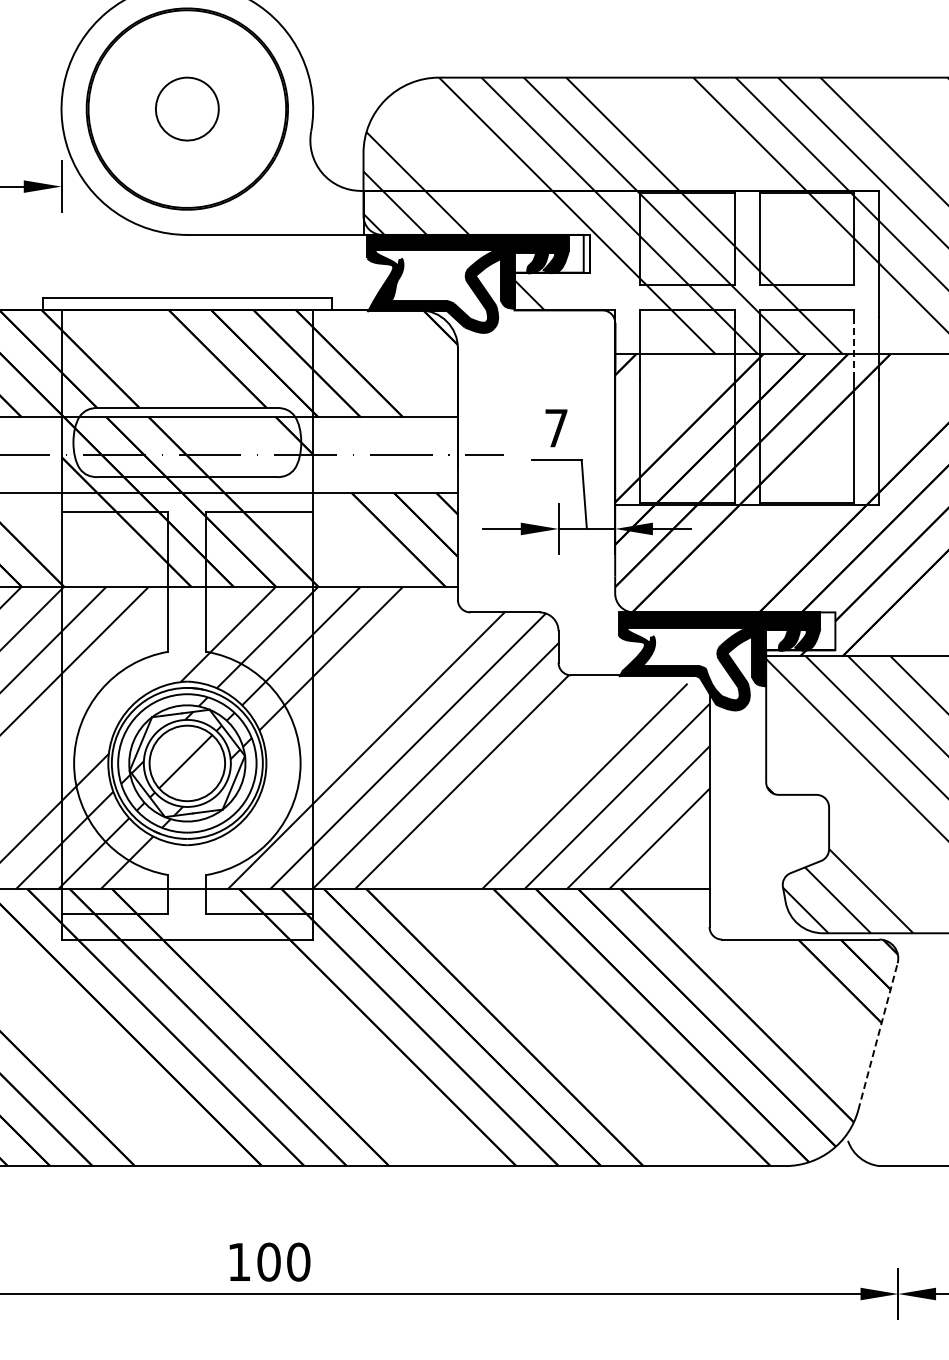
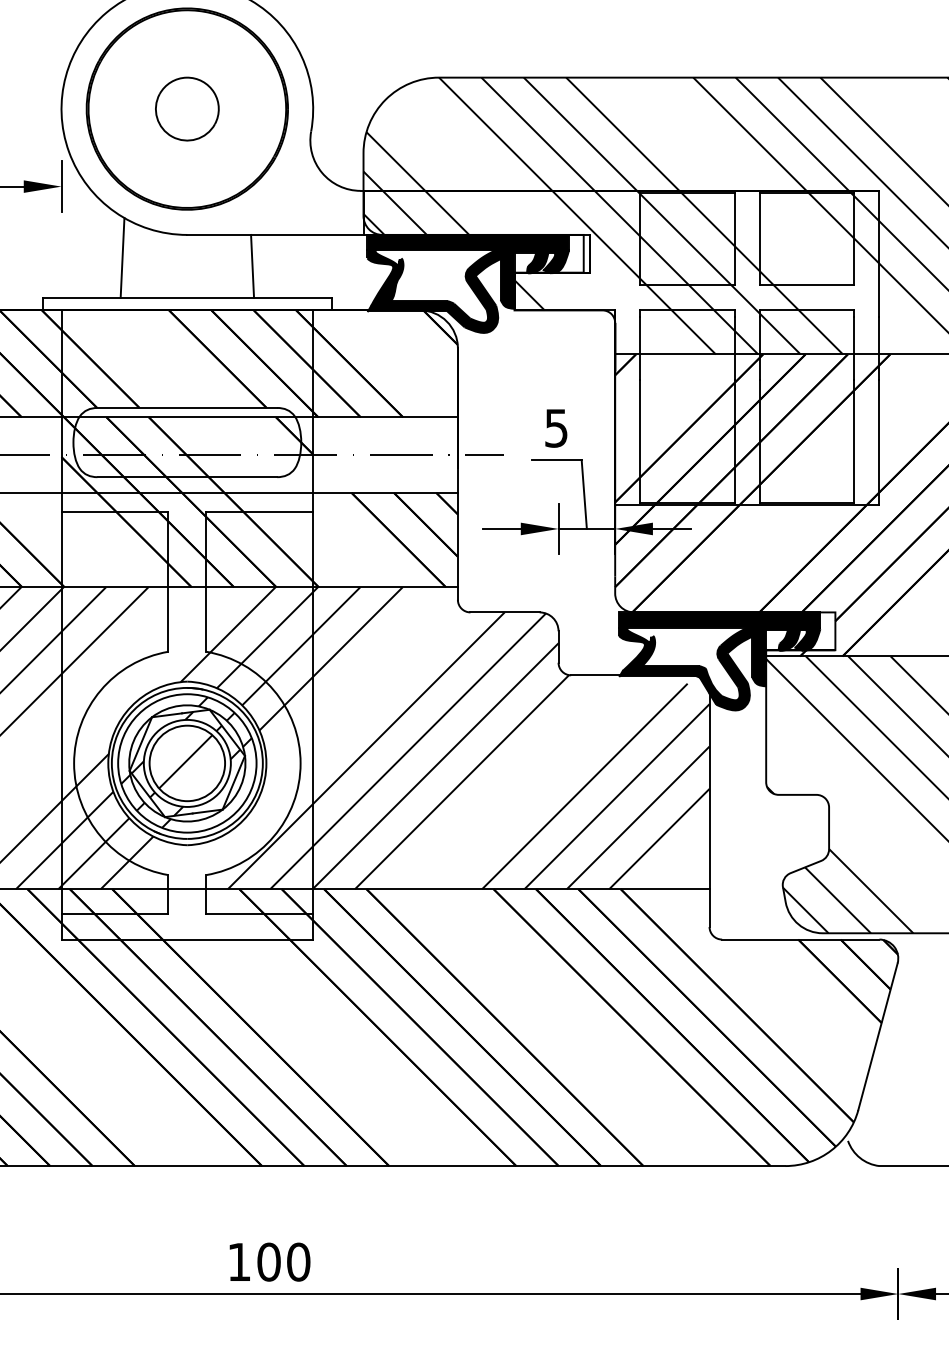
line at (122, 257): none -> present
line at (252, 265): none -> present
line at (854, 348): dashed -> solid
text at (556, 428): 7 -> 5
line at (877, 1036): dashed -> solid
